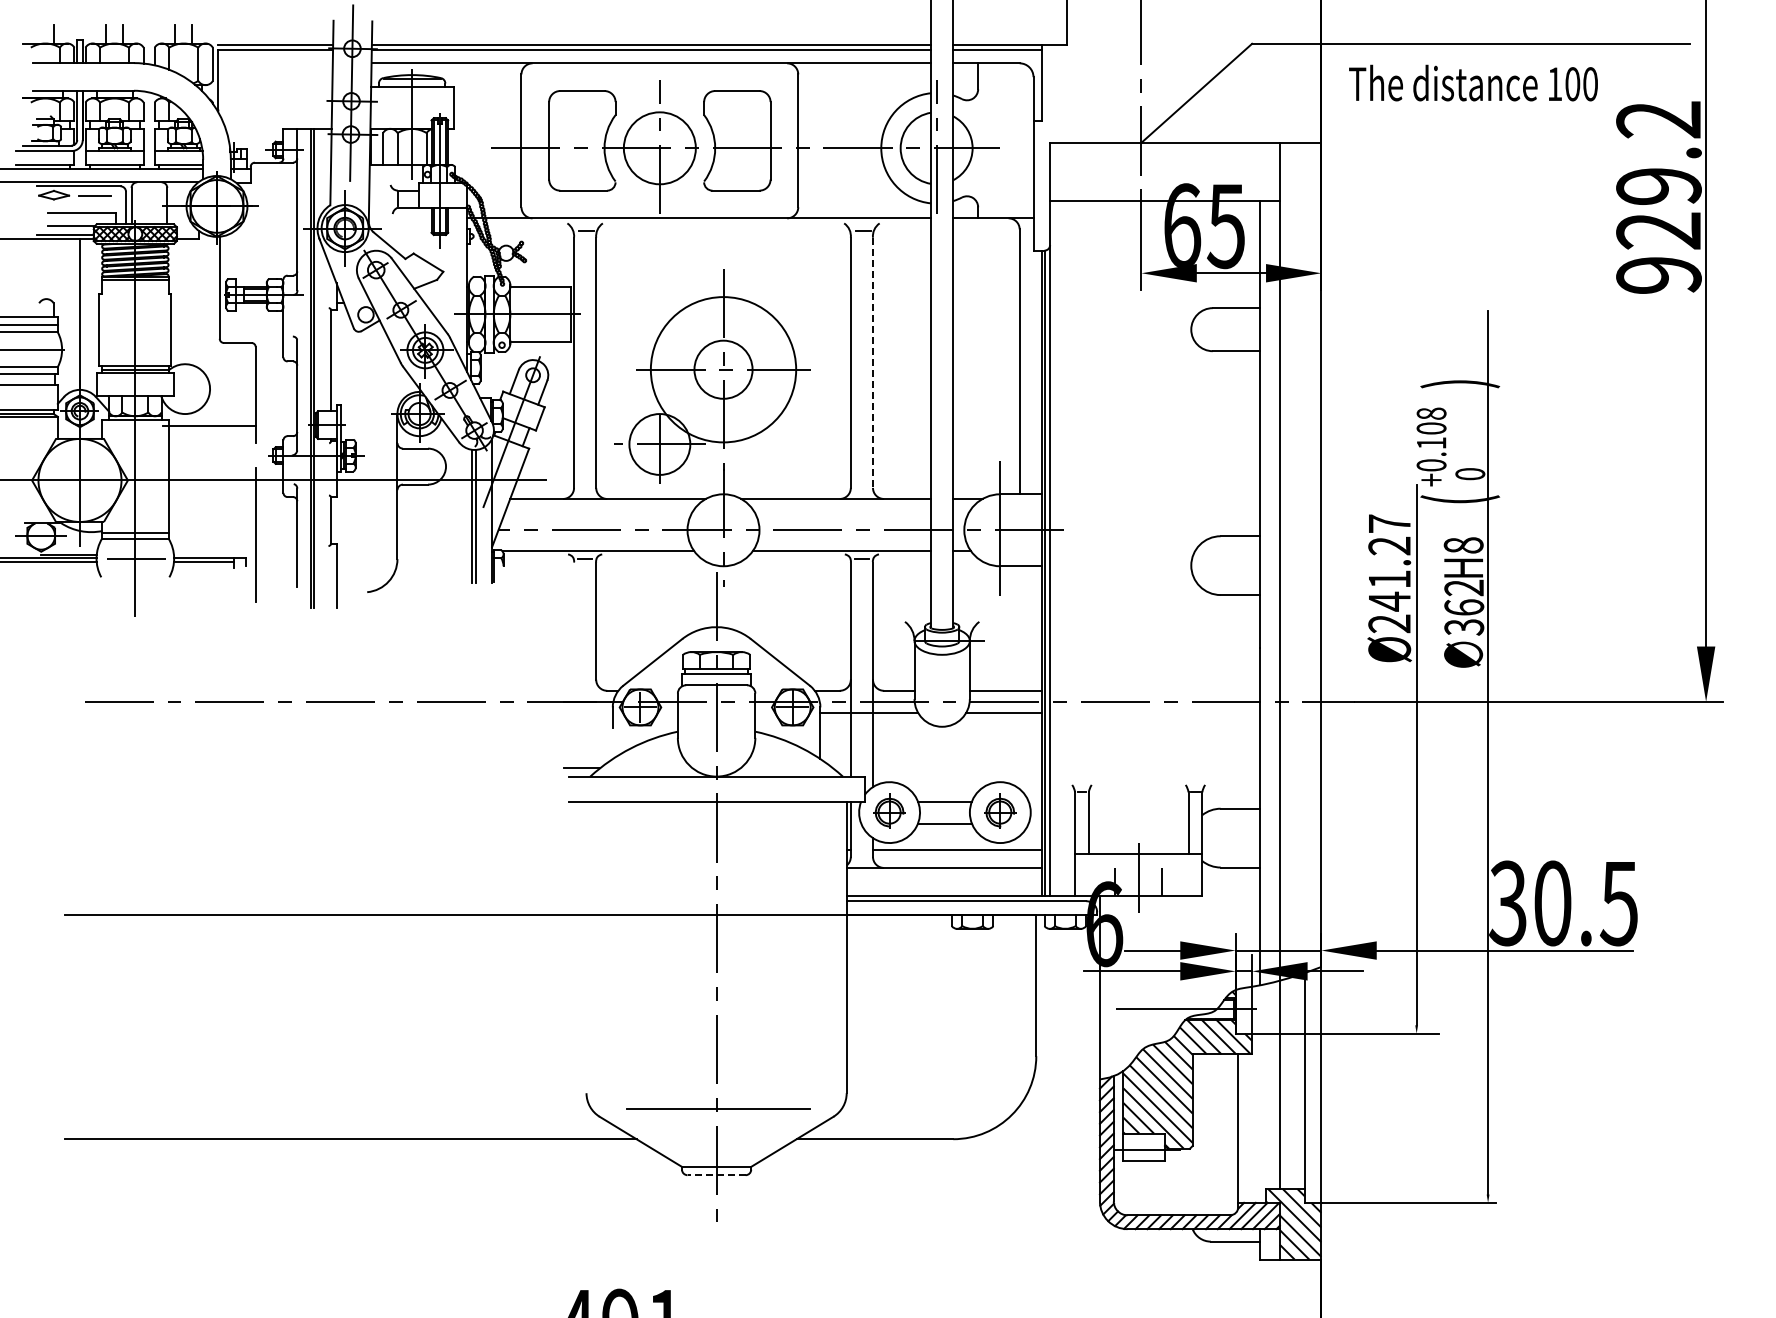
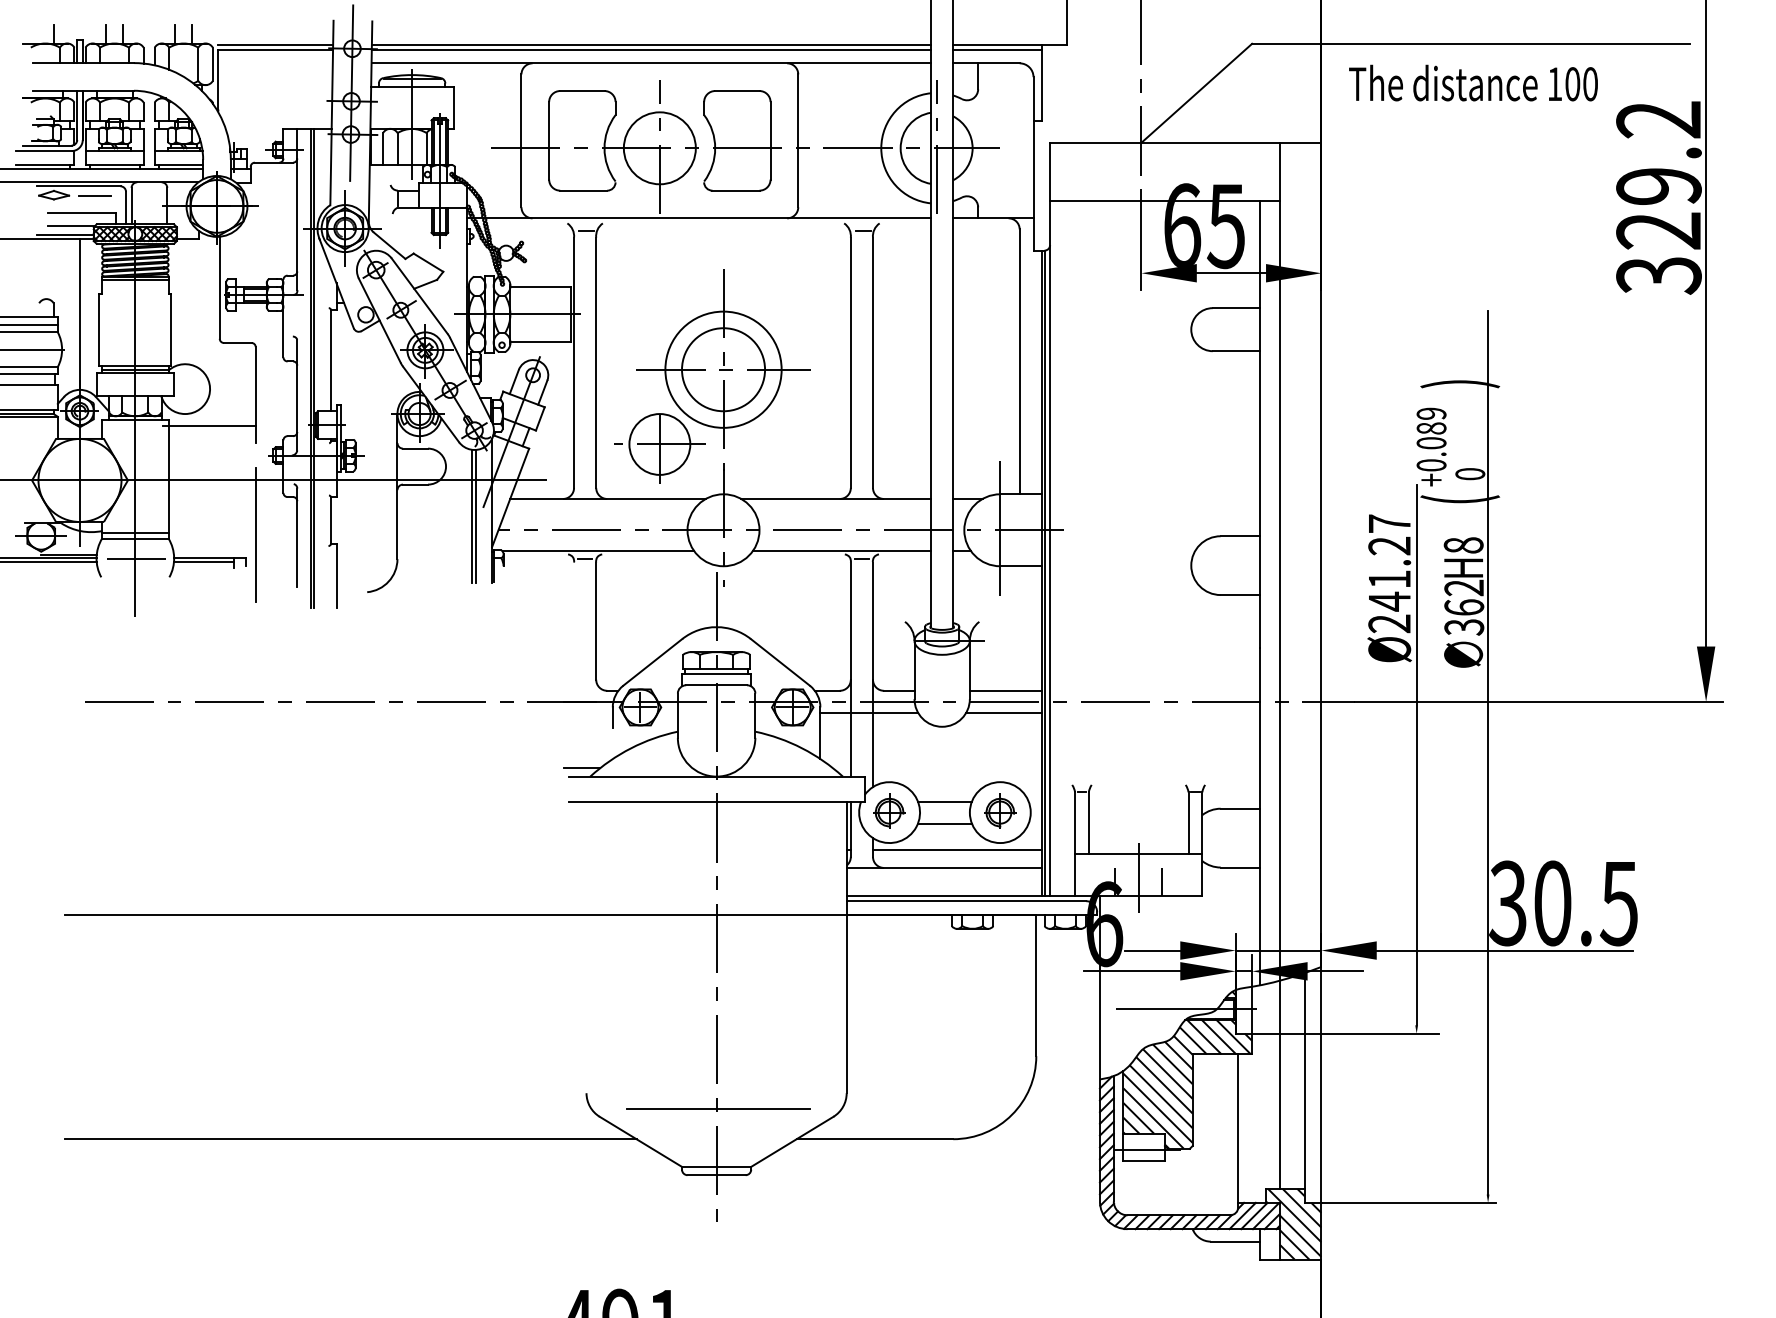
text at (1658, 275): 929.2 -> 329.2
line at (872, 363): dashed -> solid
circle at (723, 369) diameter: 145 px -> 116 px
circle at (723, 369) diameter: 58 px -> 83 px
text at (1431, 428): +0.108 -> +0.089
line at (716, 1175): dashed -> solid
